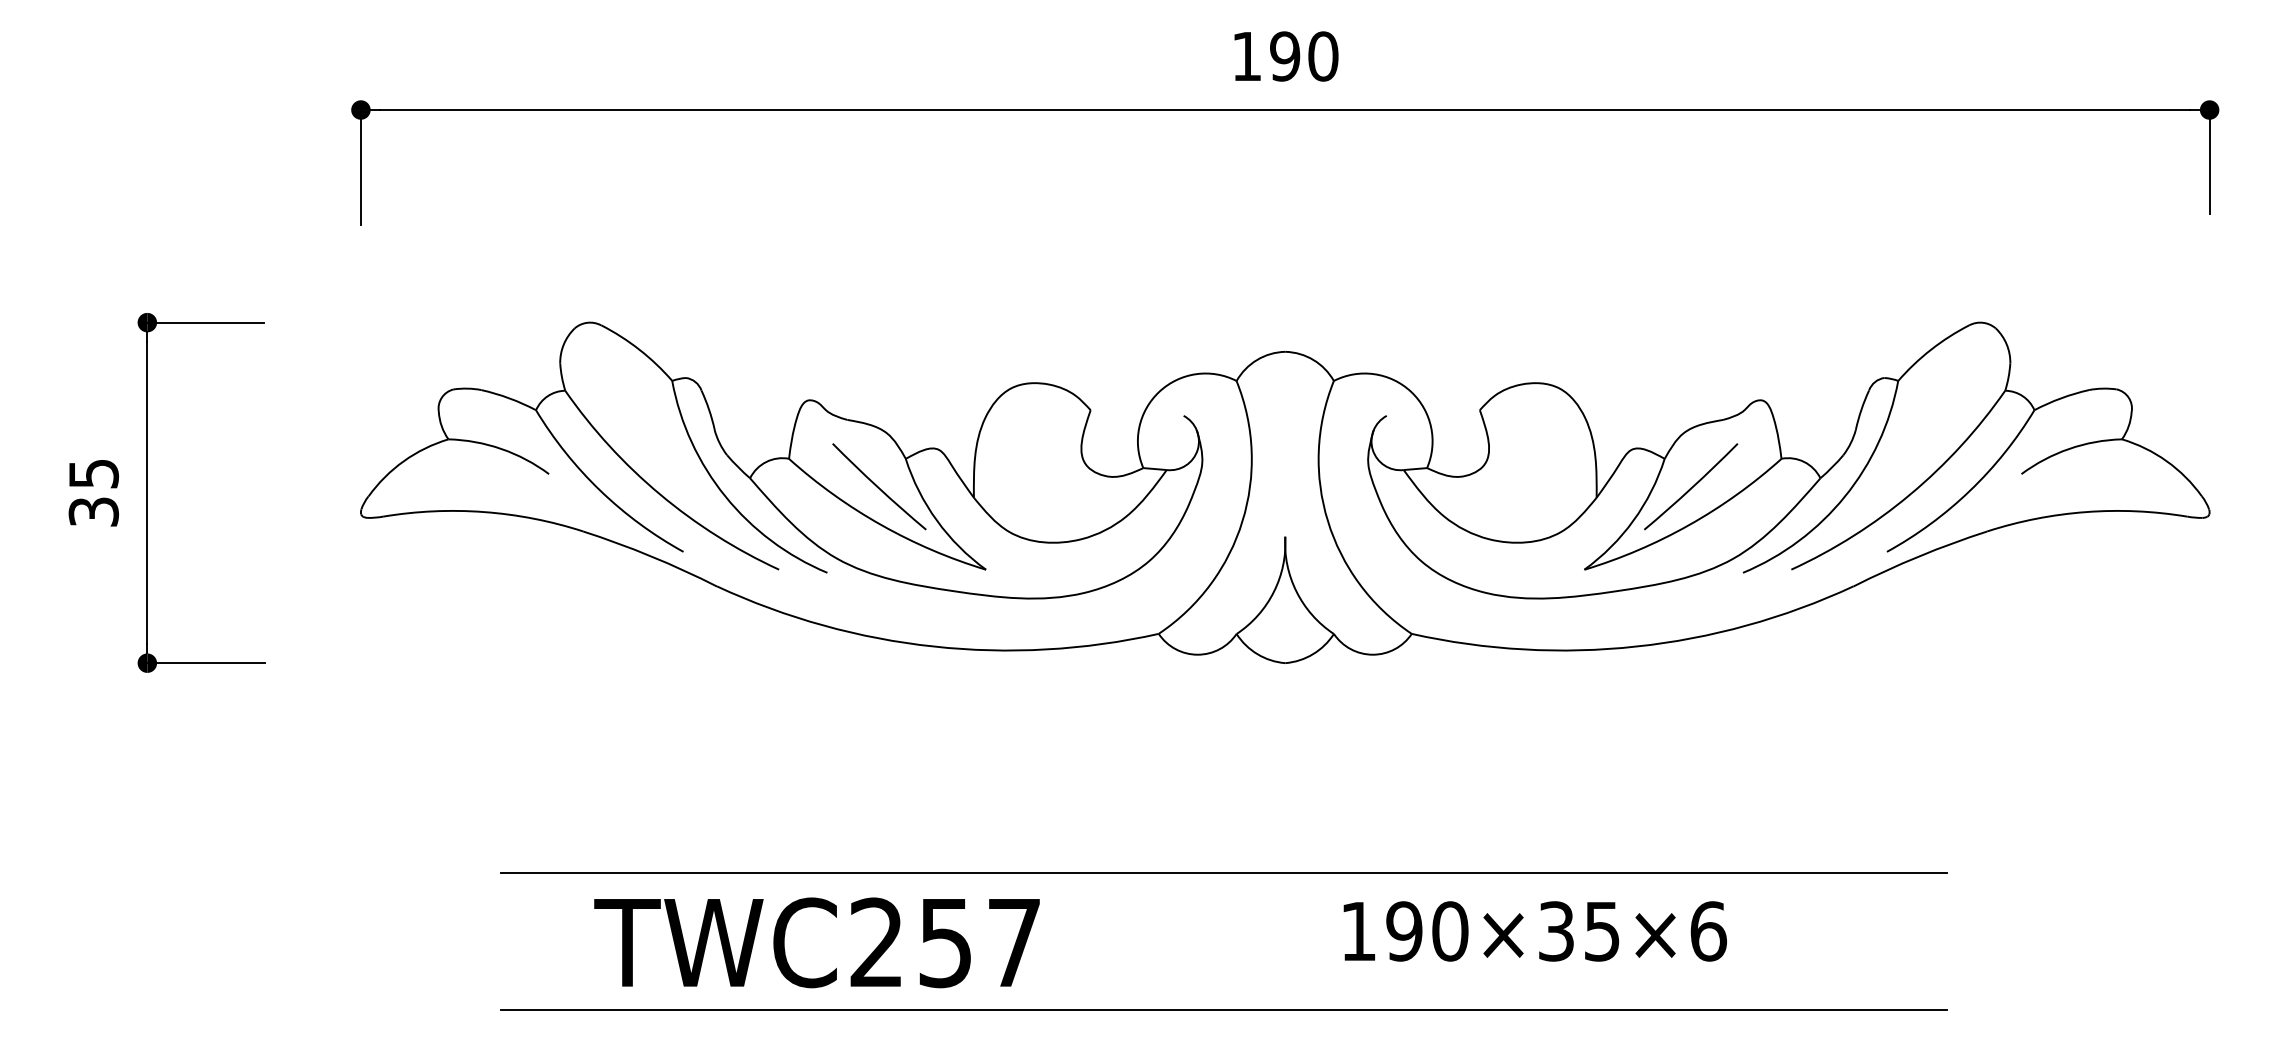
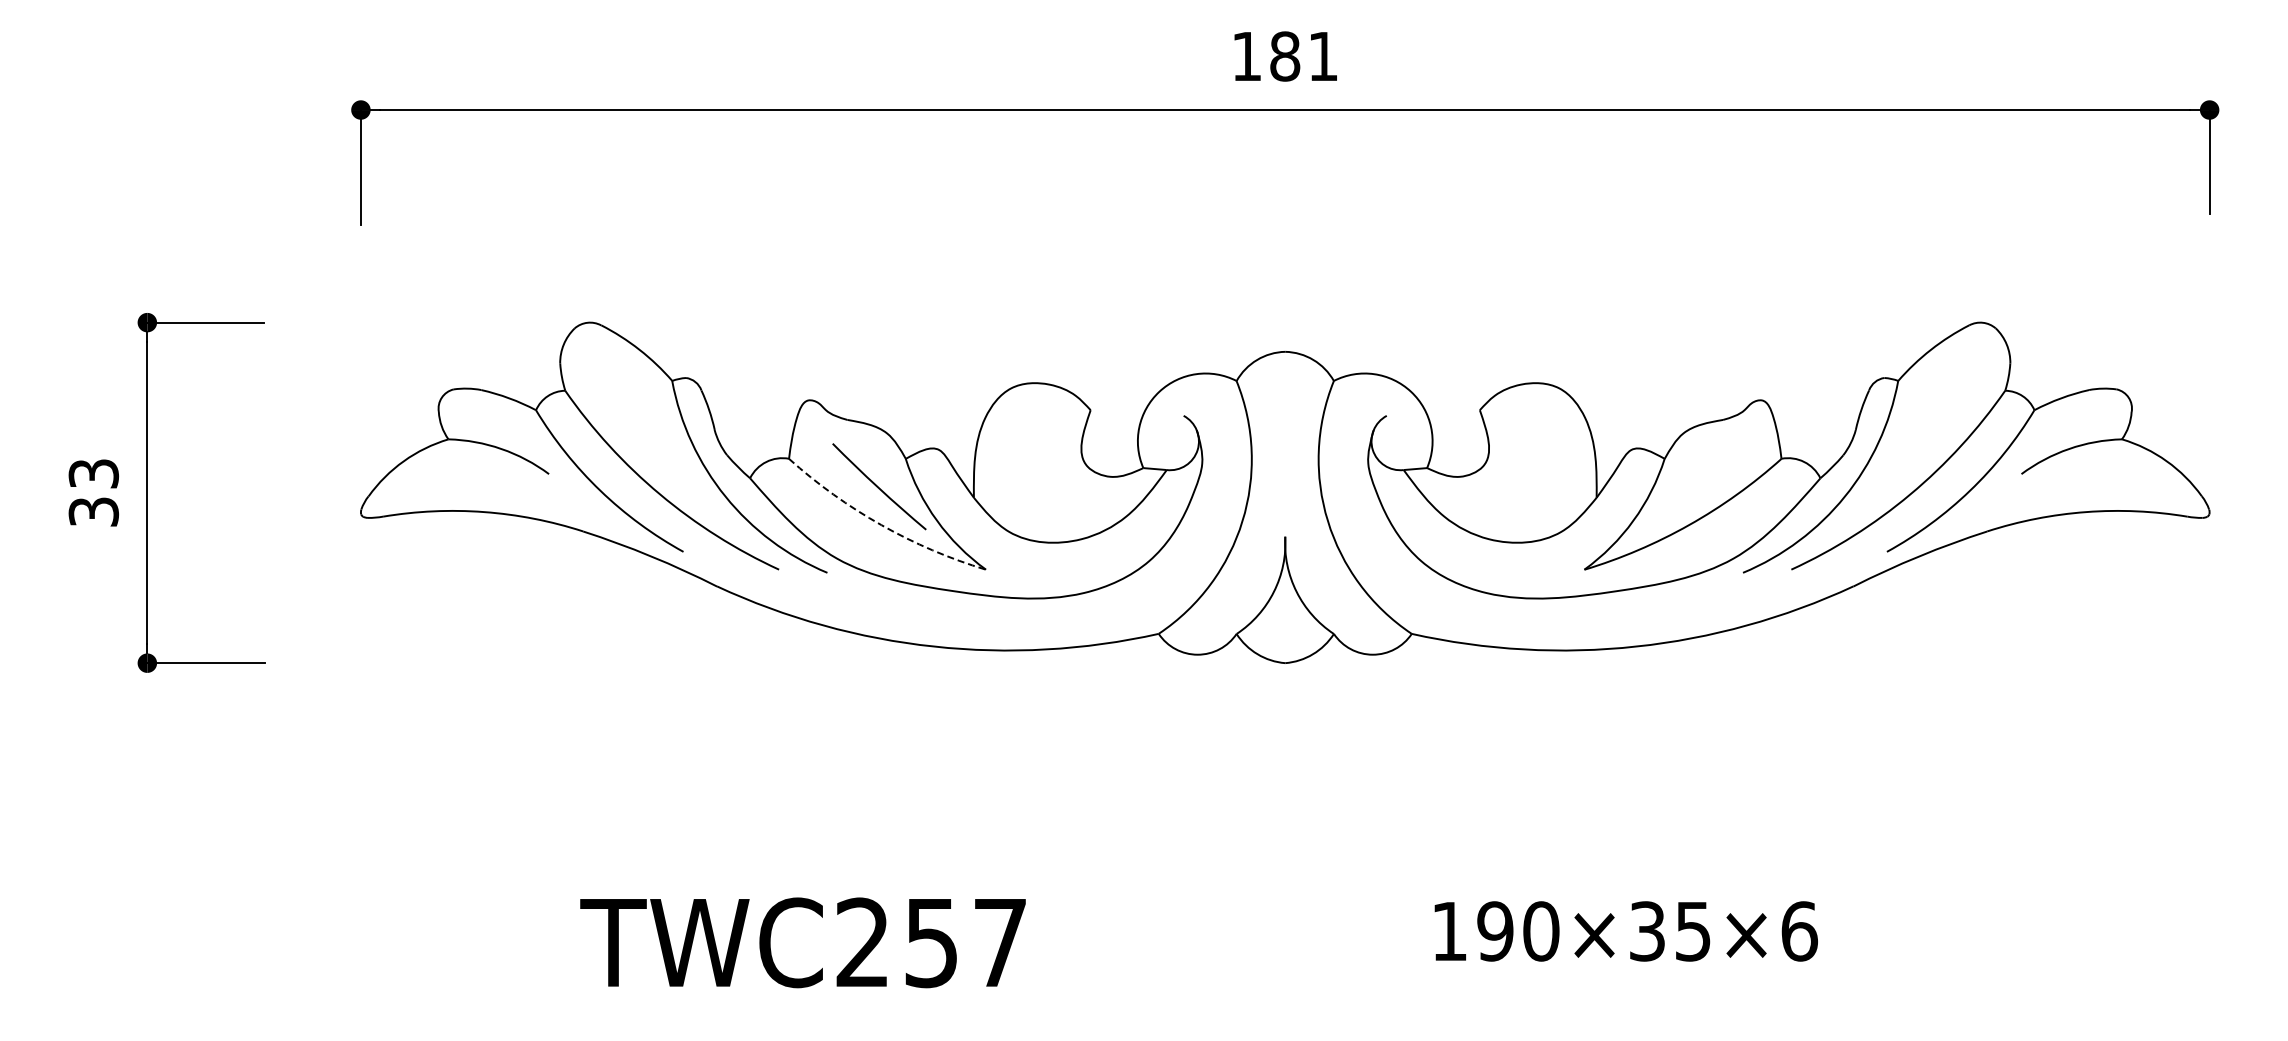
text at (1304, 56): 190 -> 181
text at (93, 473): 35 -> 33
arc at (1691, 486): present -> none
arc at (881, 525): solid -> dashed
line at (1223, 873): present -> none
text at (1534, 931) position: (1534, 931) -> (1625, 931)
text at (816, 942) position: (816, 942) -> (802, 942)
line at (1223, 1009): present -> none
